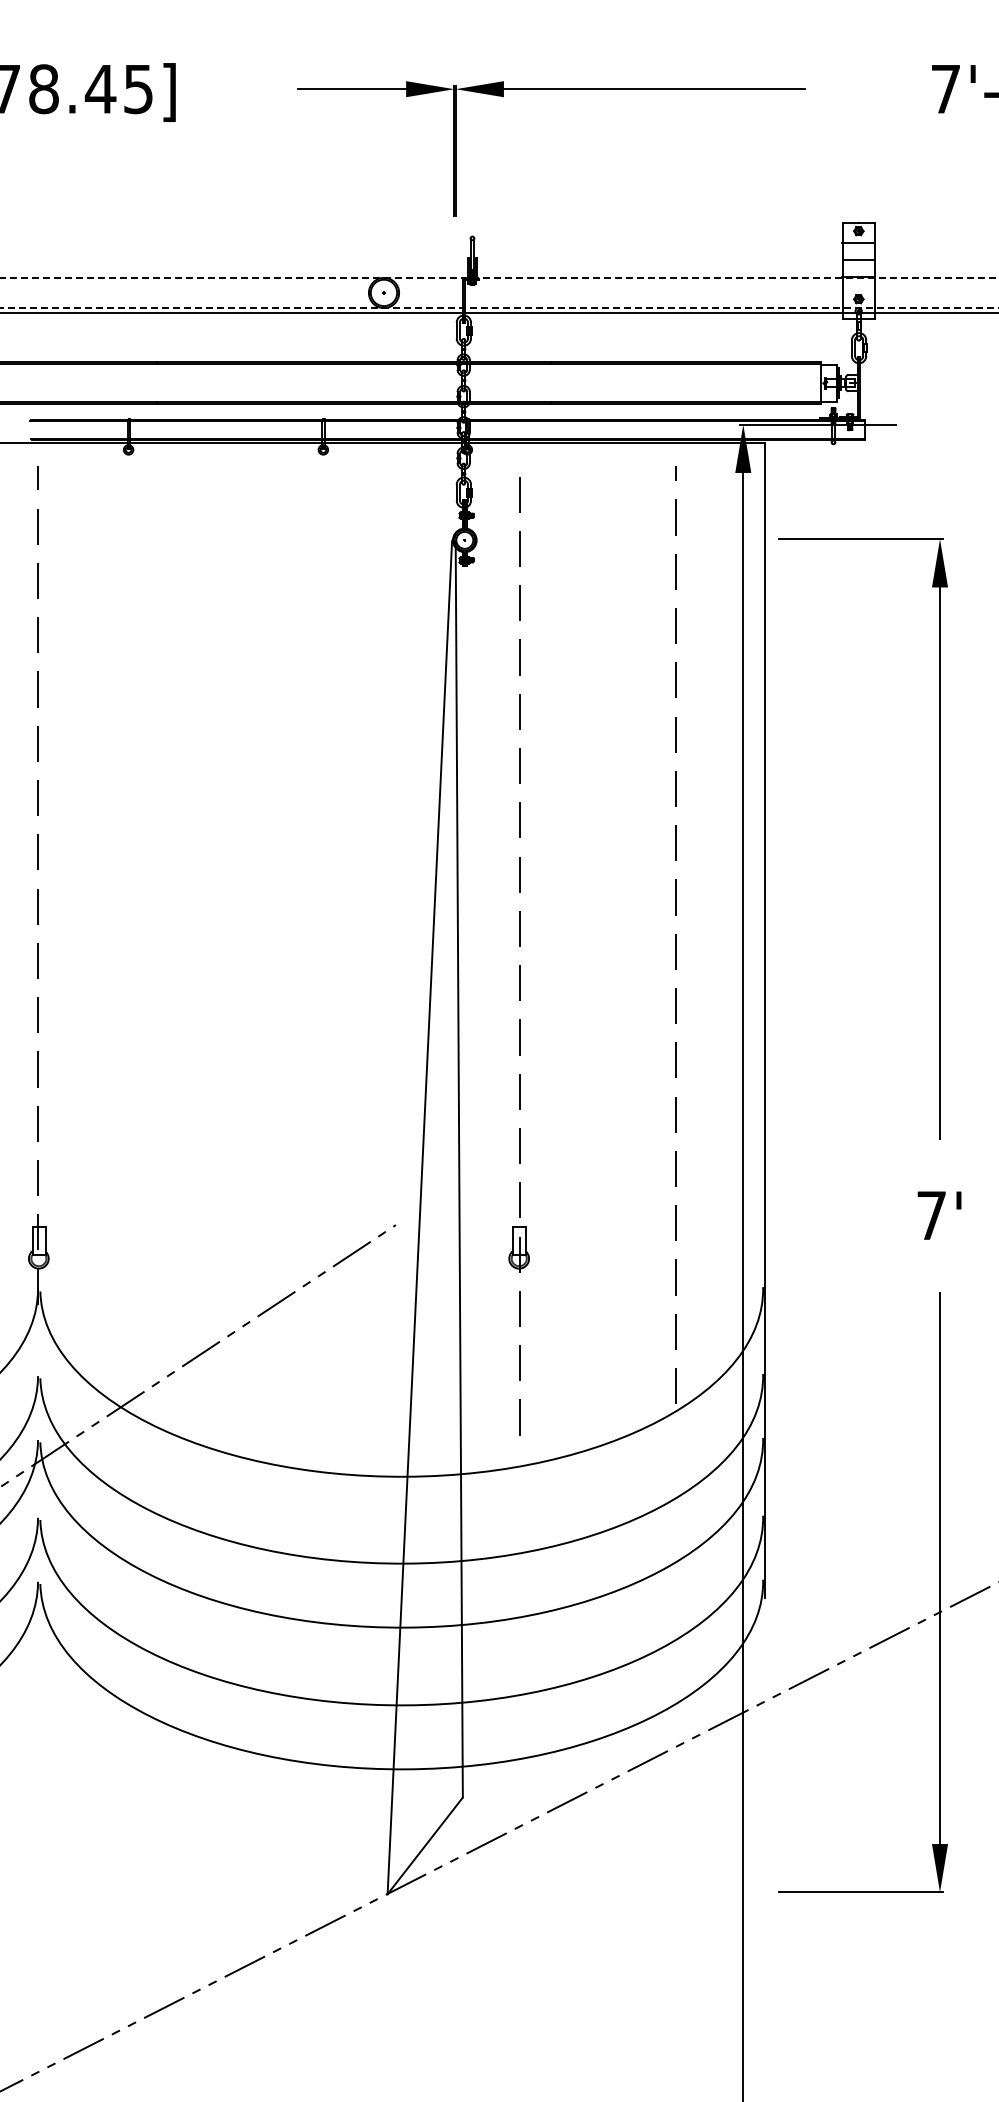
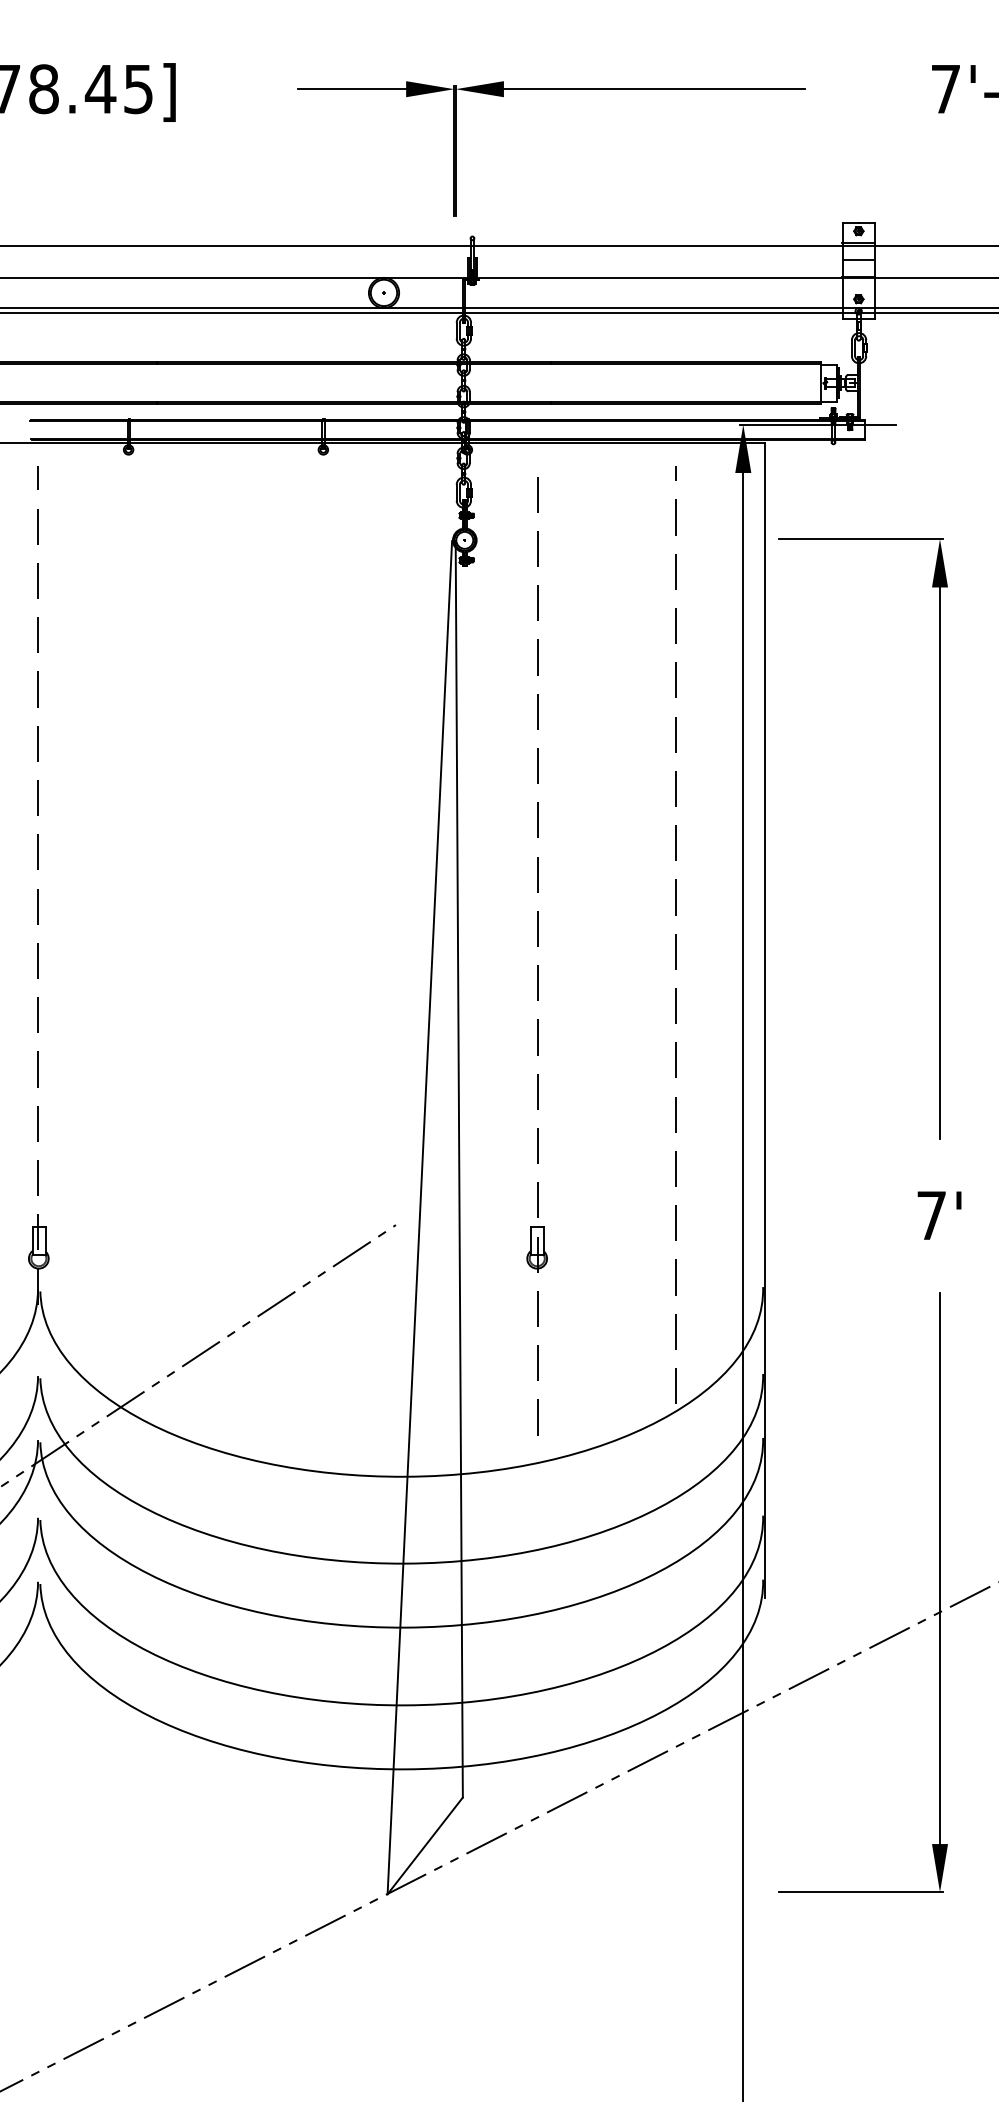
line at (498, 246): none -> present
line at (499, 277): dashed -> solid
line at (499, 308): dashed -> solid
part at (519, 965) position: (519, 965) -> (537, 965)
